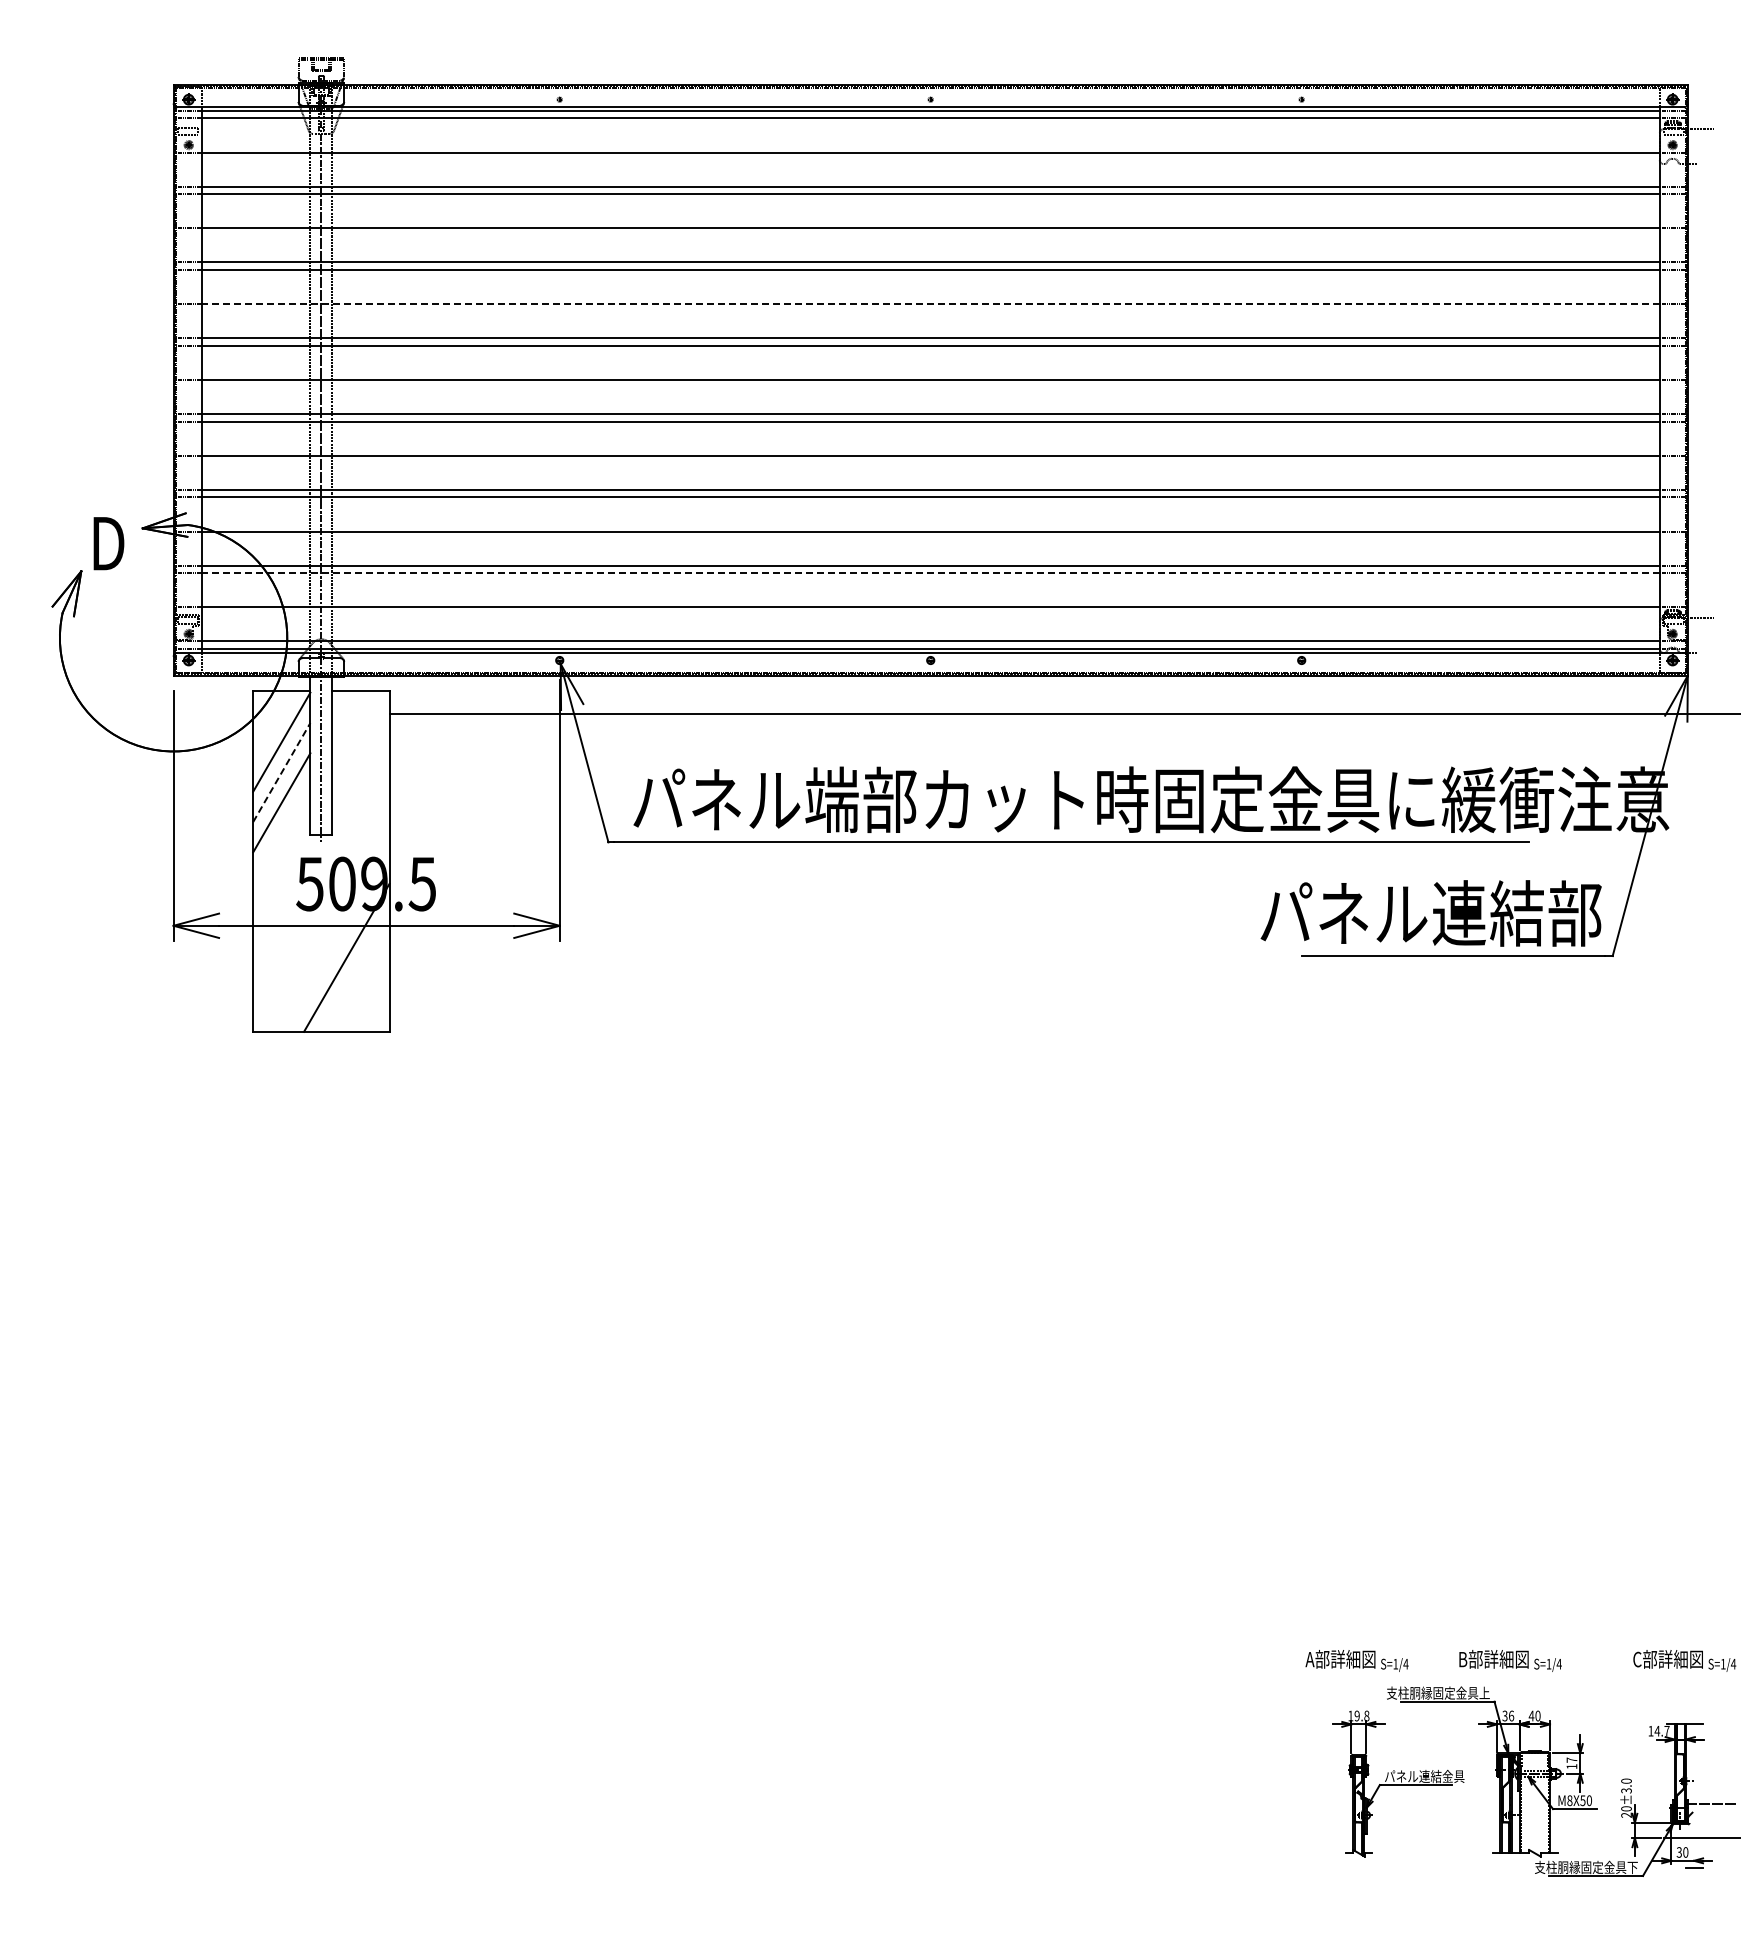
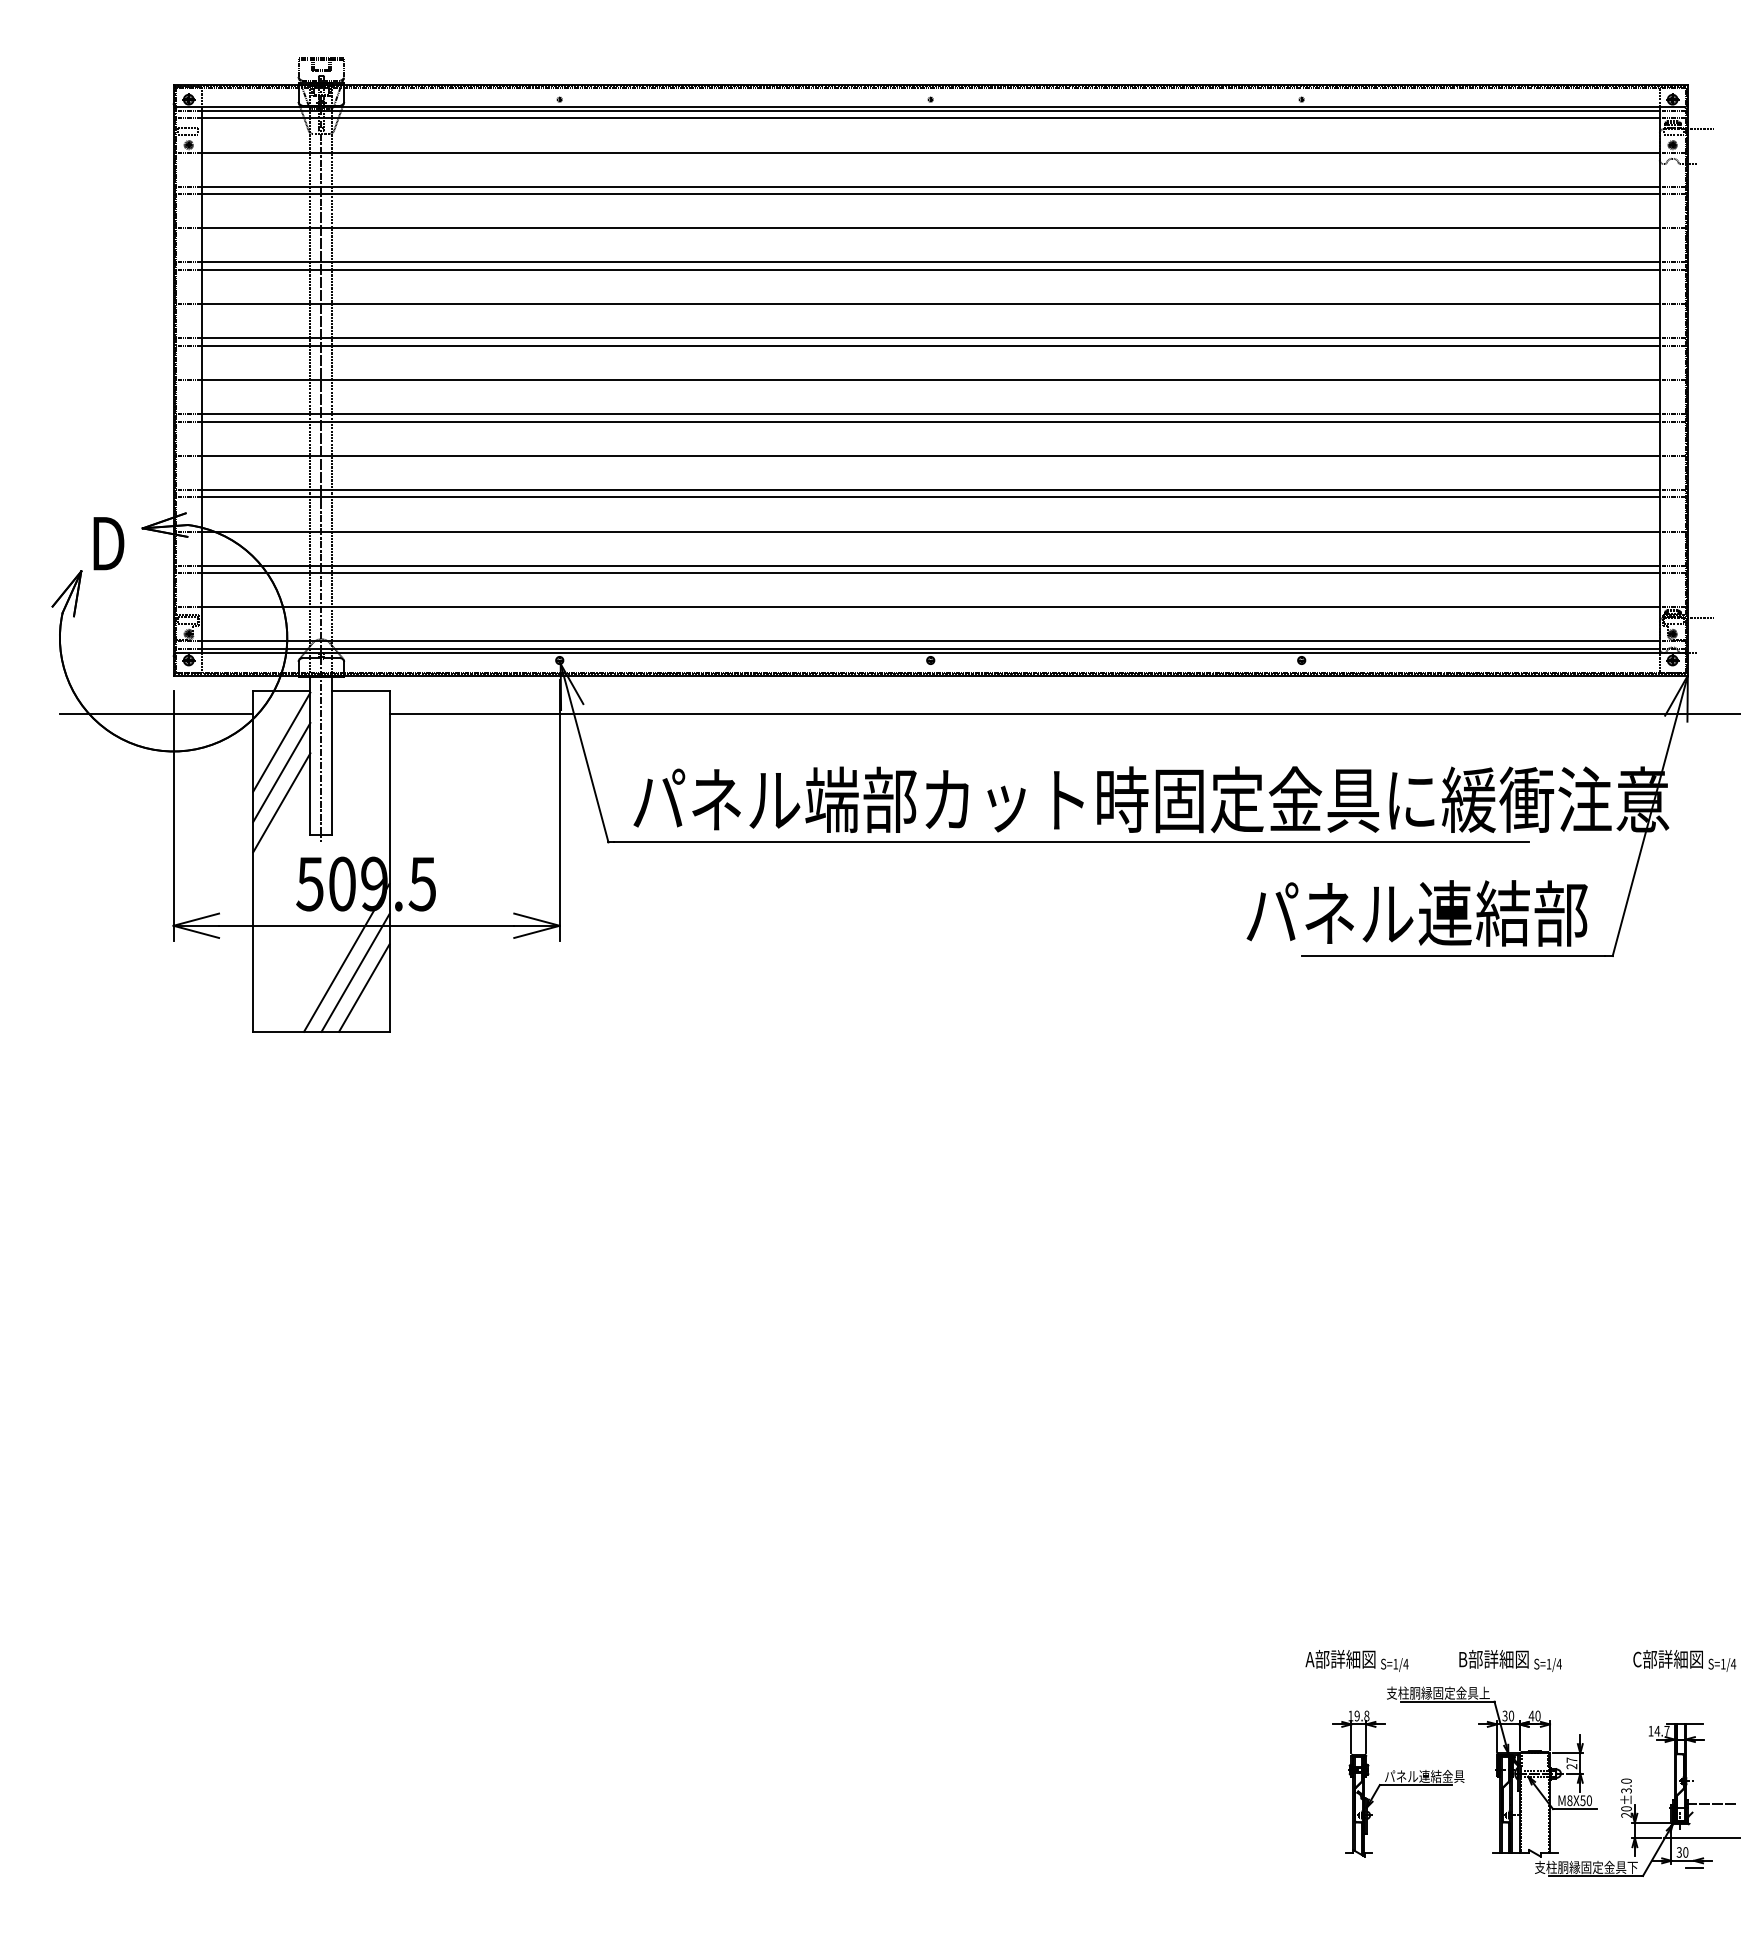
line at (930, 304): dashed -> solid
line at (930, 573): dashed -> solid
line at (156, 713): none -> present
line at (282, 772): dashed -> solid
text at (1430, 913) position: (1430, 913) -> (1416, 913)
line at (355, 972): none -> present
line at (364, 987): none -> present
text at (1511, 1715): 36 -> 30
text at (1571, 1766): 17 -> 27
